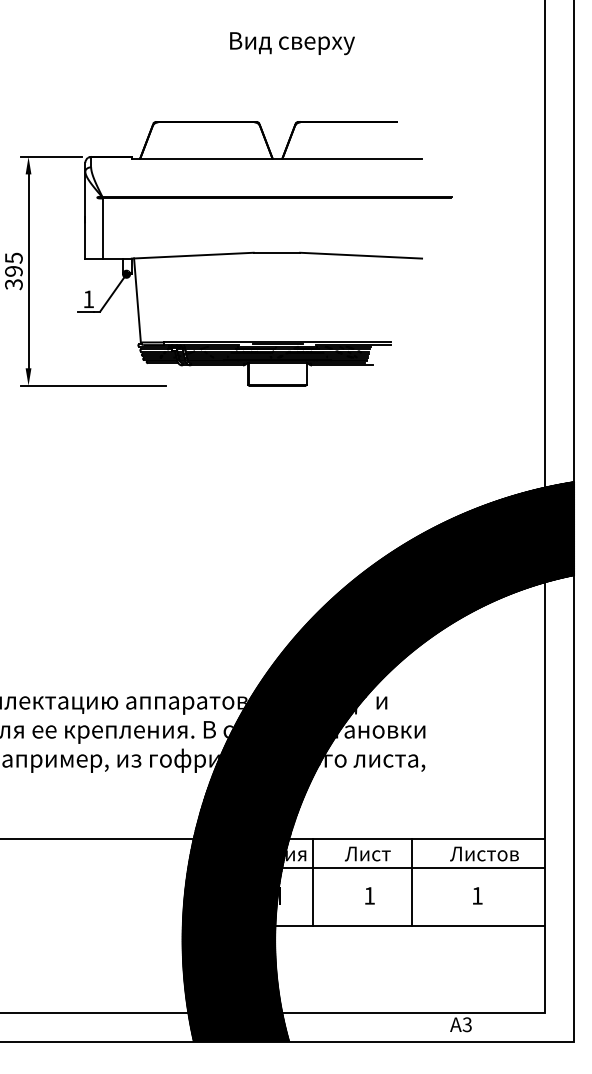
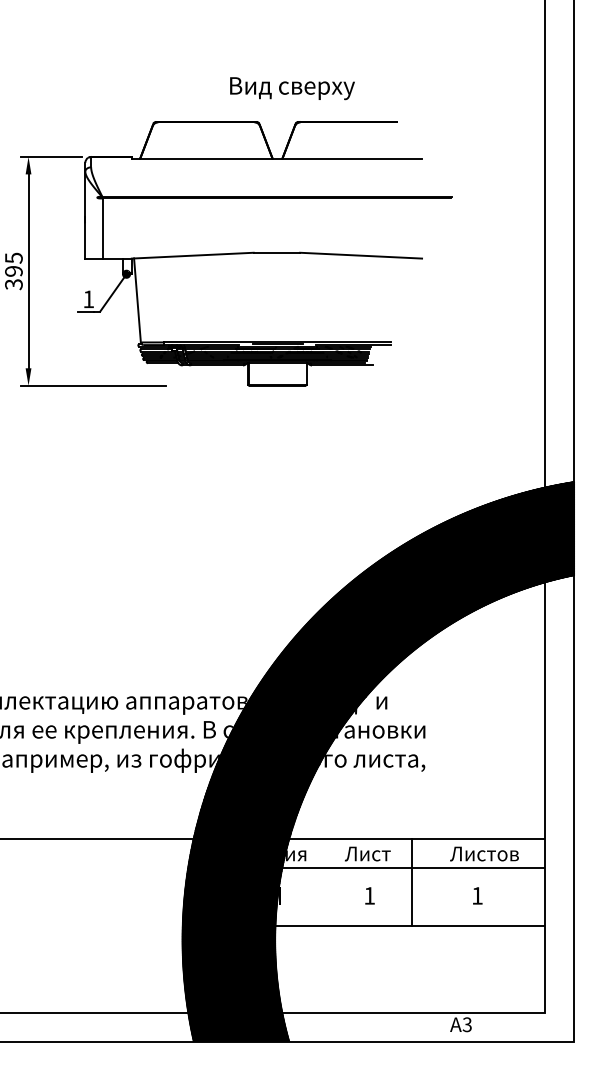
text at (292, 43) position: (292, 43) -> (292, 88)
line at (312, 881): present -> none
